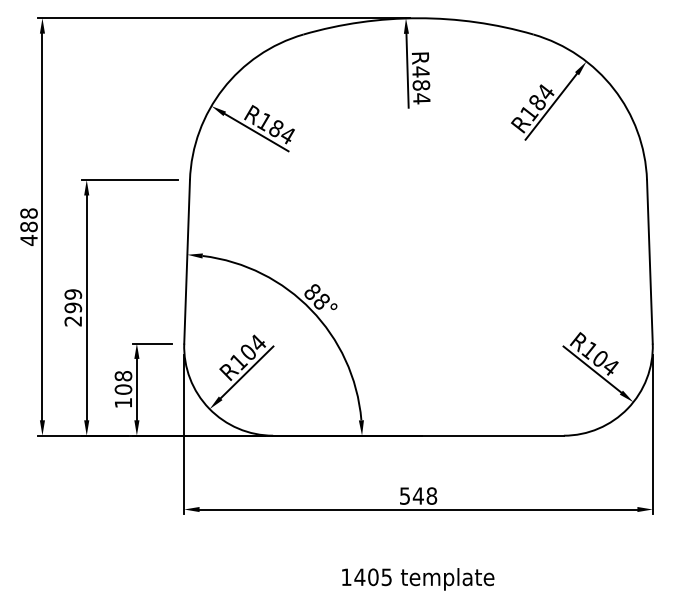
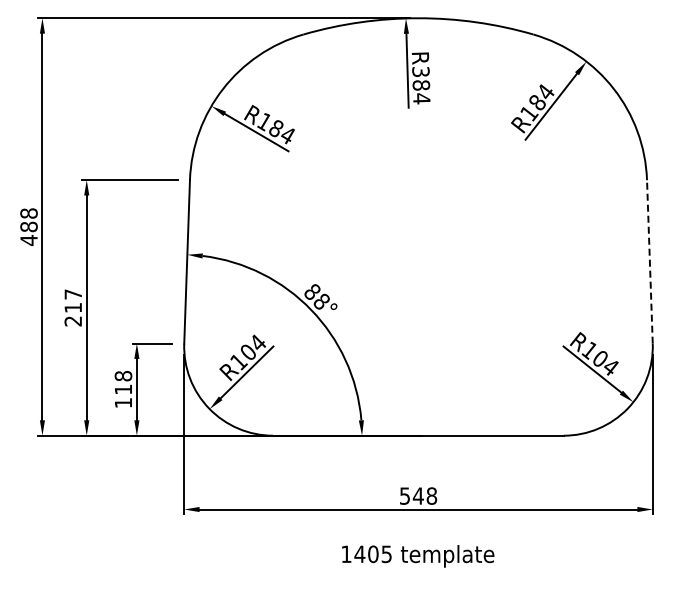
text at (420, 71): R484 -> R384
line at (649, 261): solid -> dashed
text at (73, 301): 299 -> 217
text at (123, 389): 108 -> 118
text at (418, 579) position: (418, 579) -> (418, 556)
